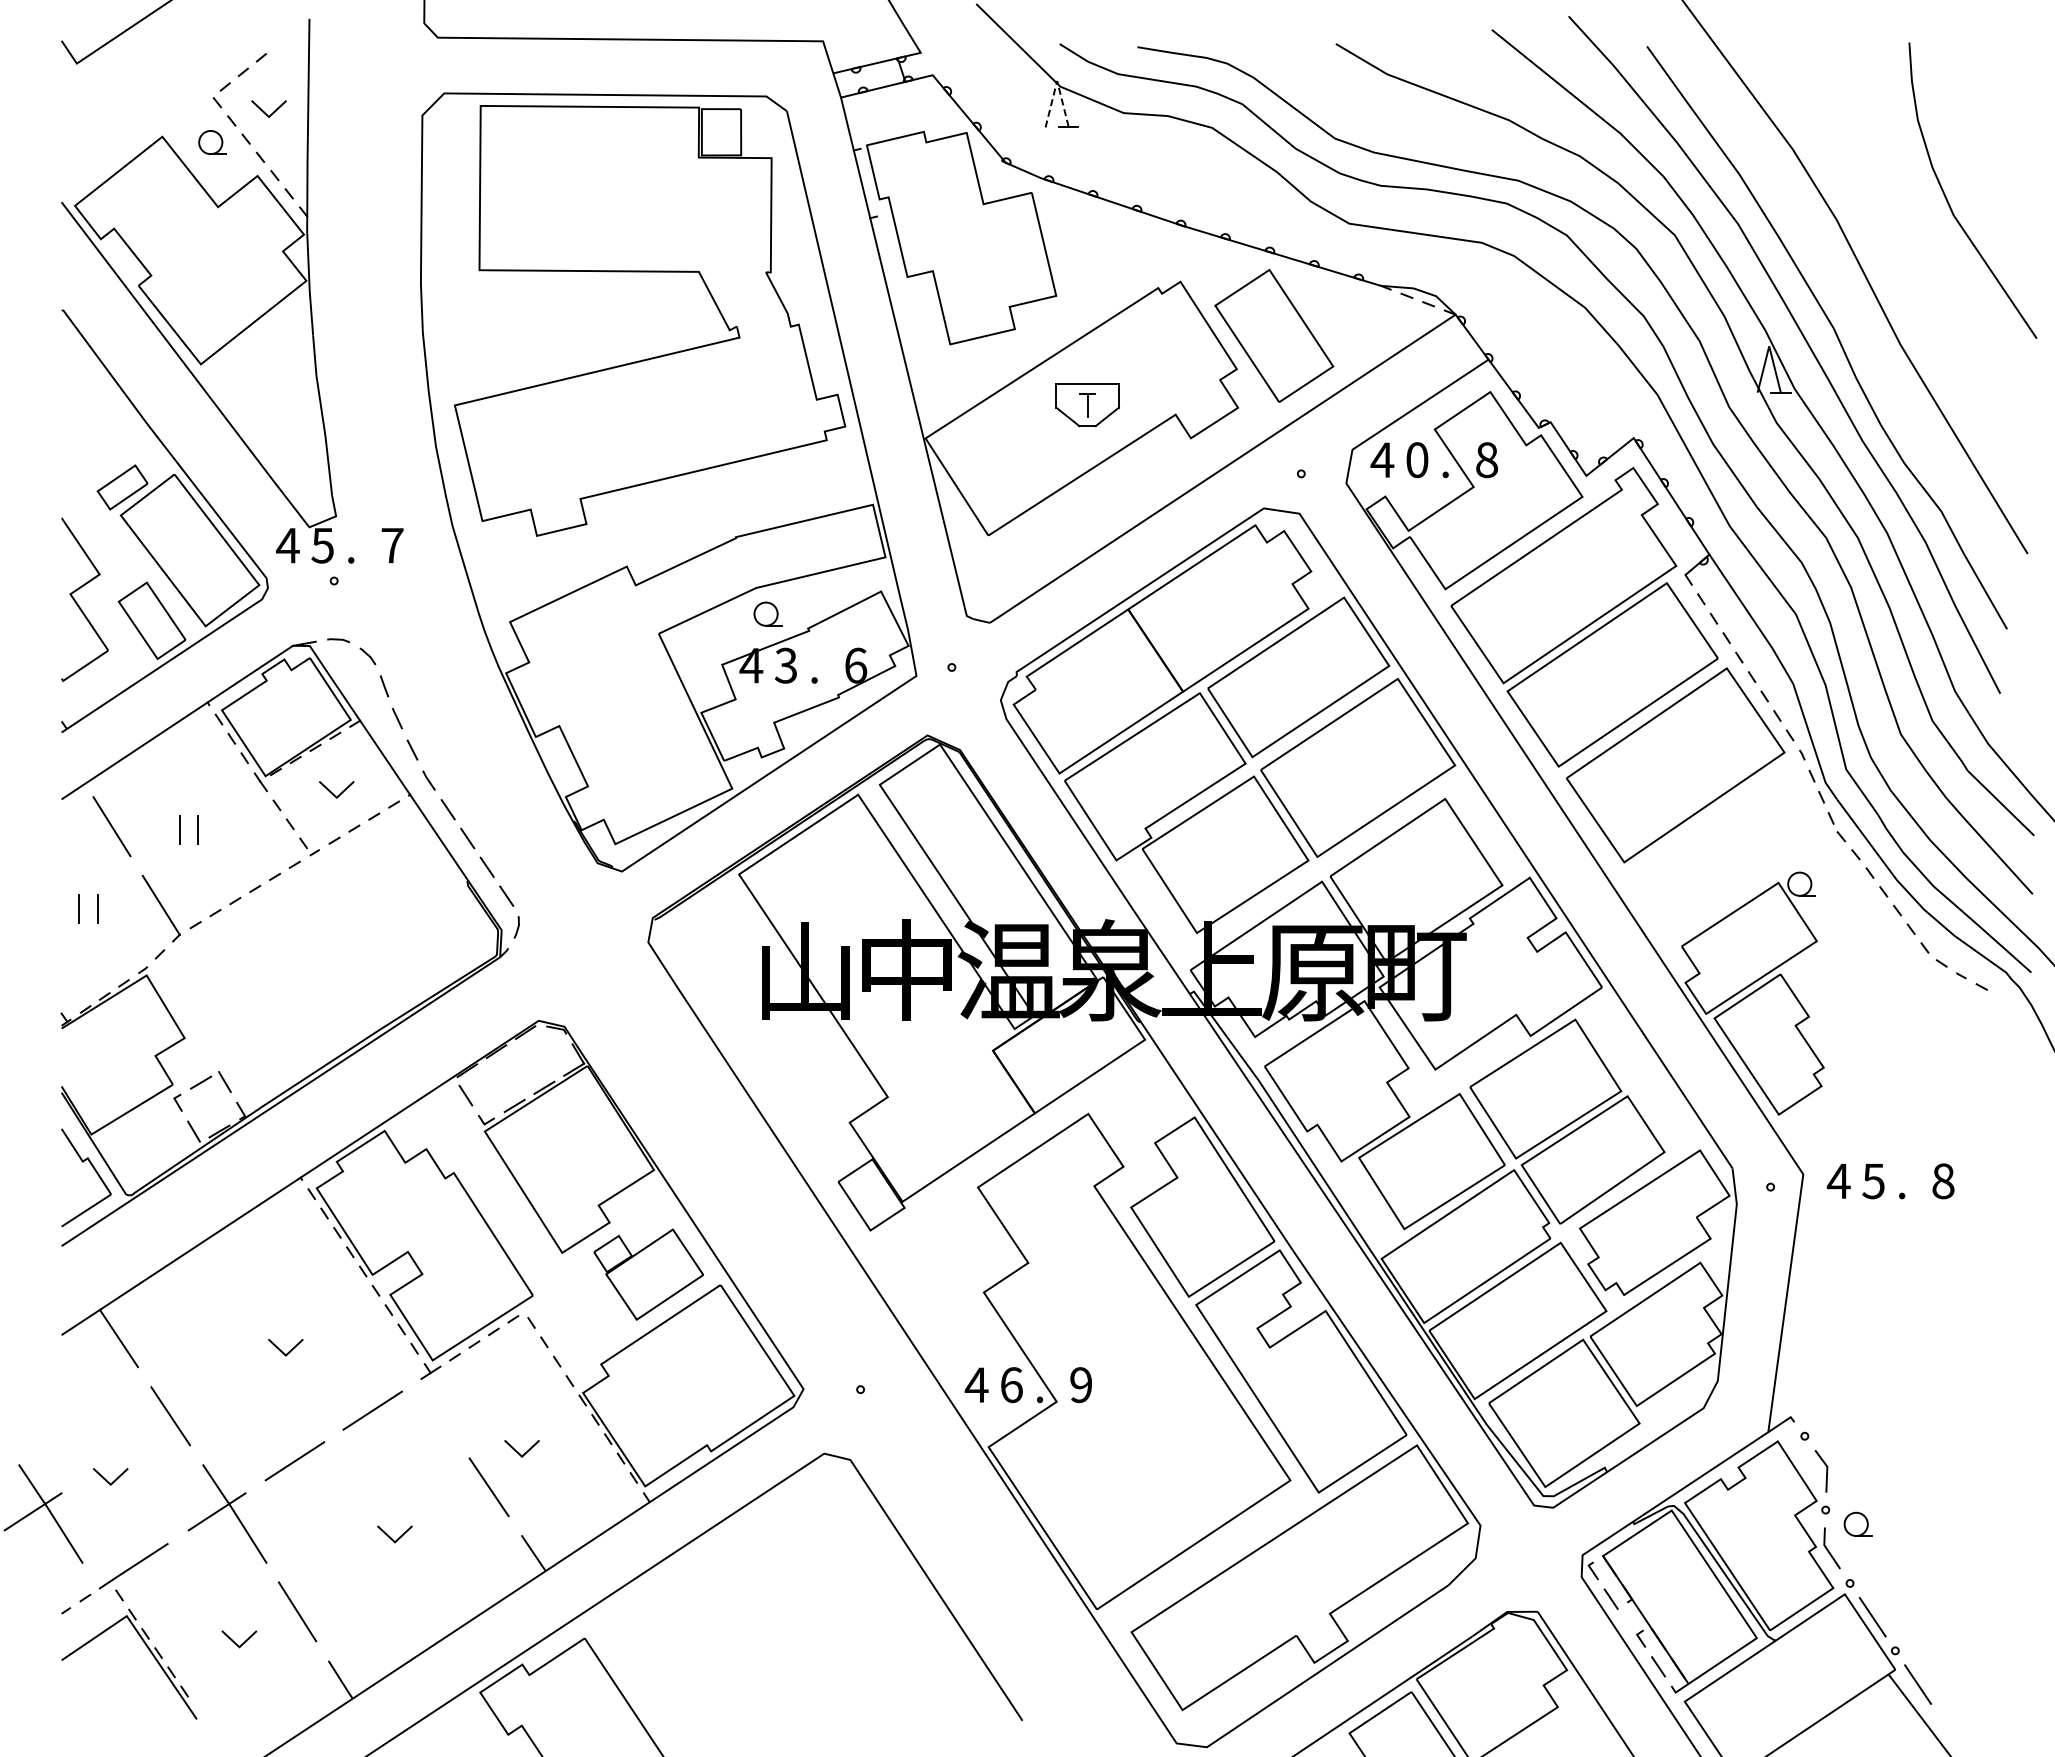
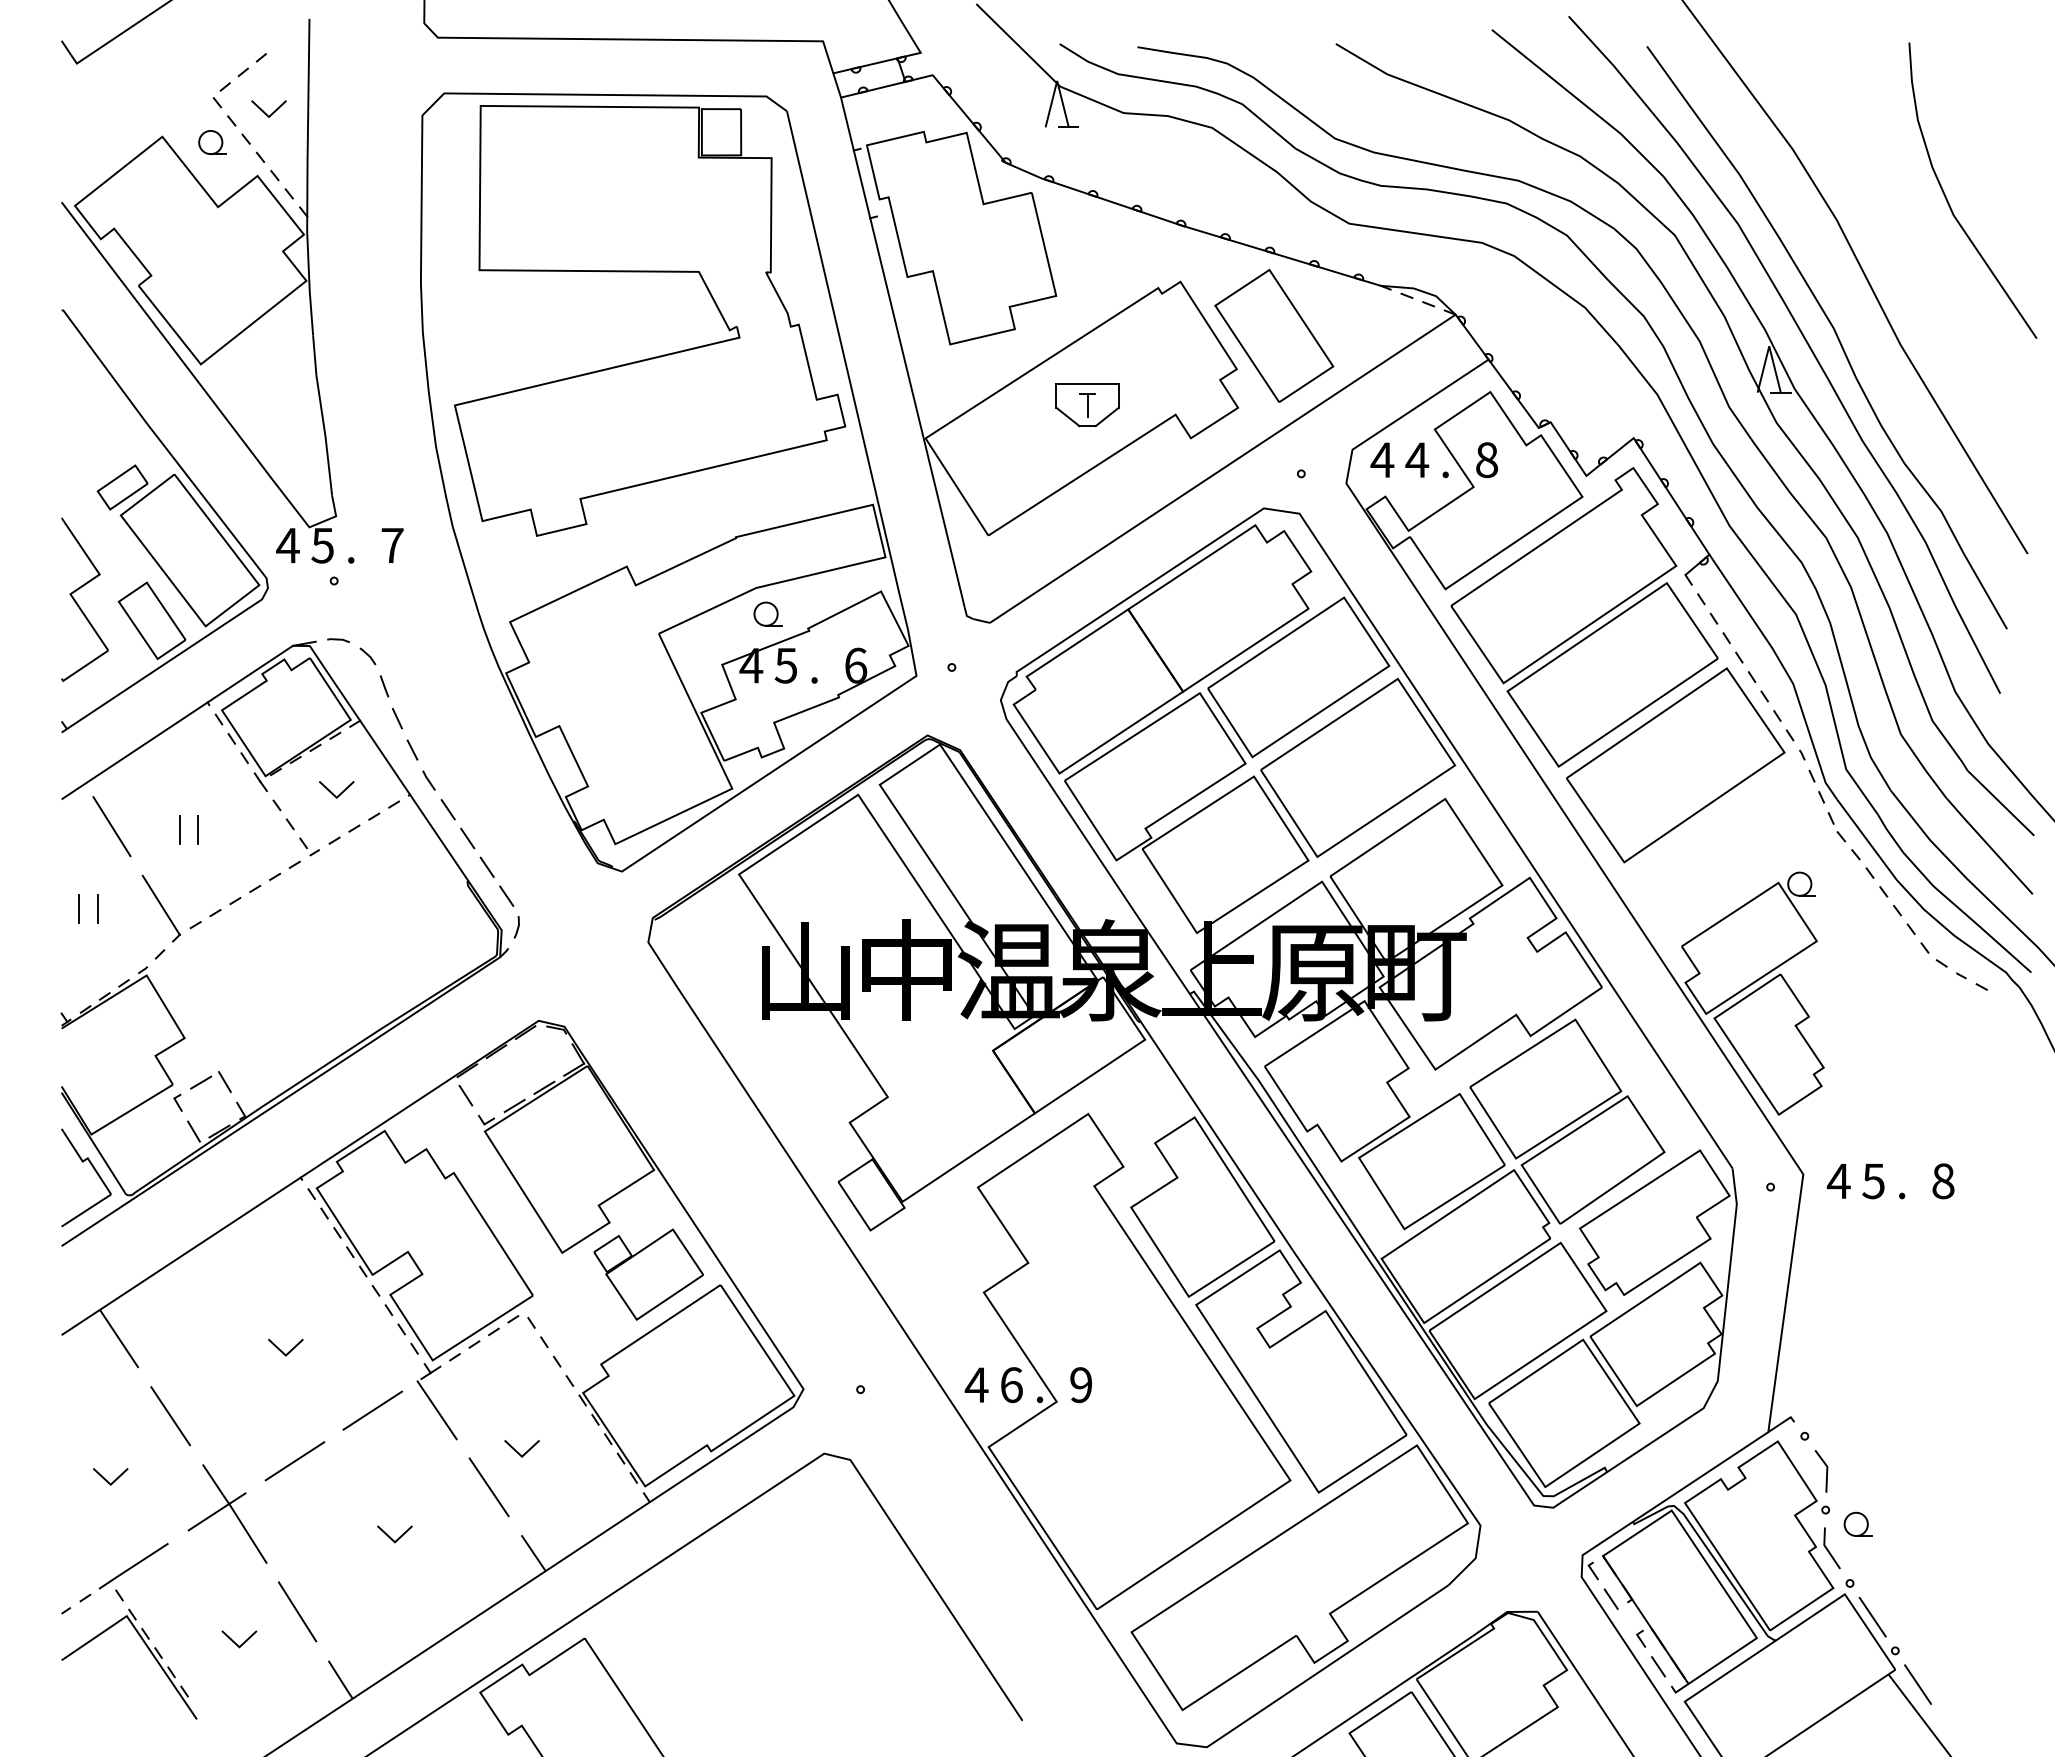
line at (1057, 80): dashed -> solid
text at (1417, 460): 0 -> 4
text at (785, 665): 3 -> 5
line at (436, 1410): none -> present
part at (43, 1513): present -> none
